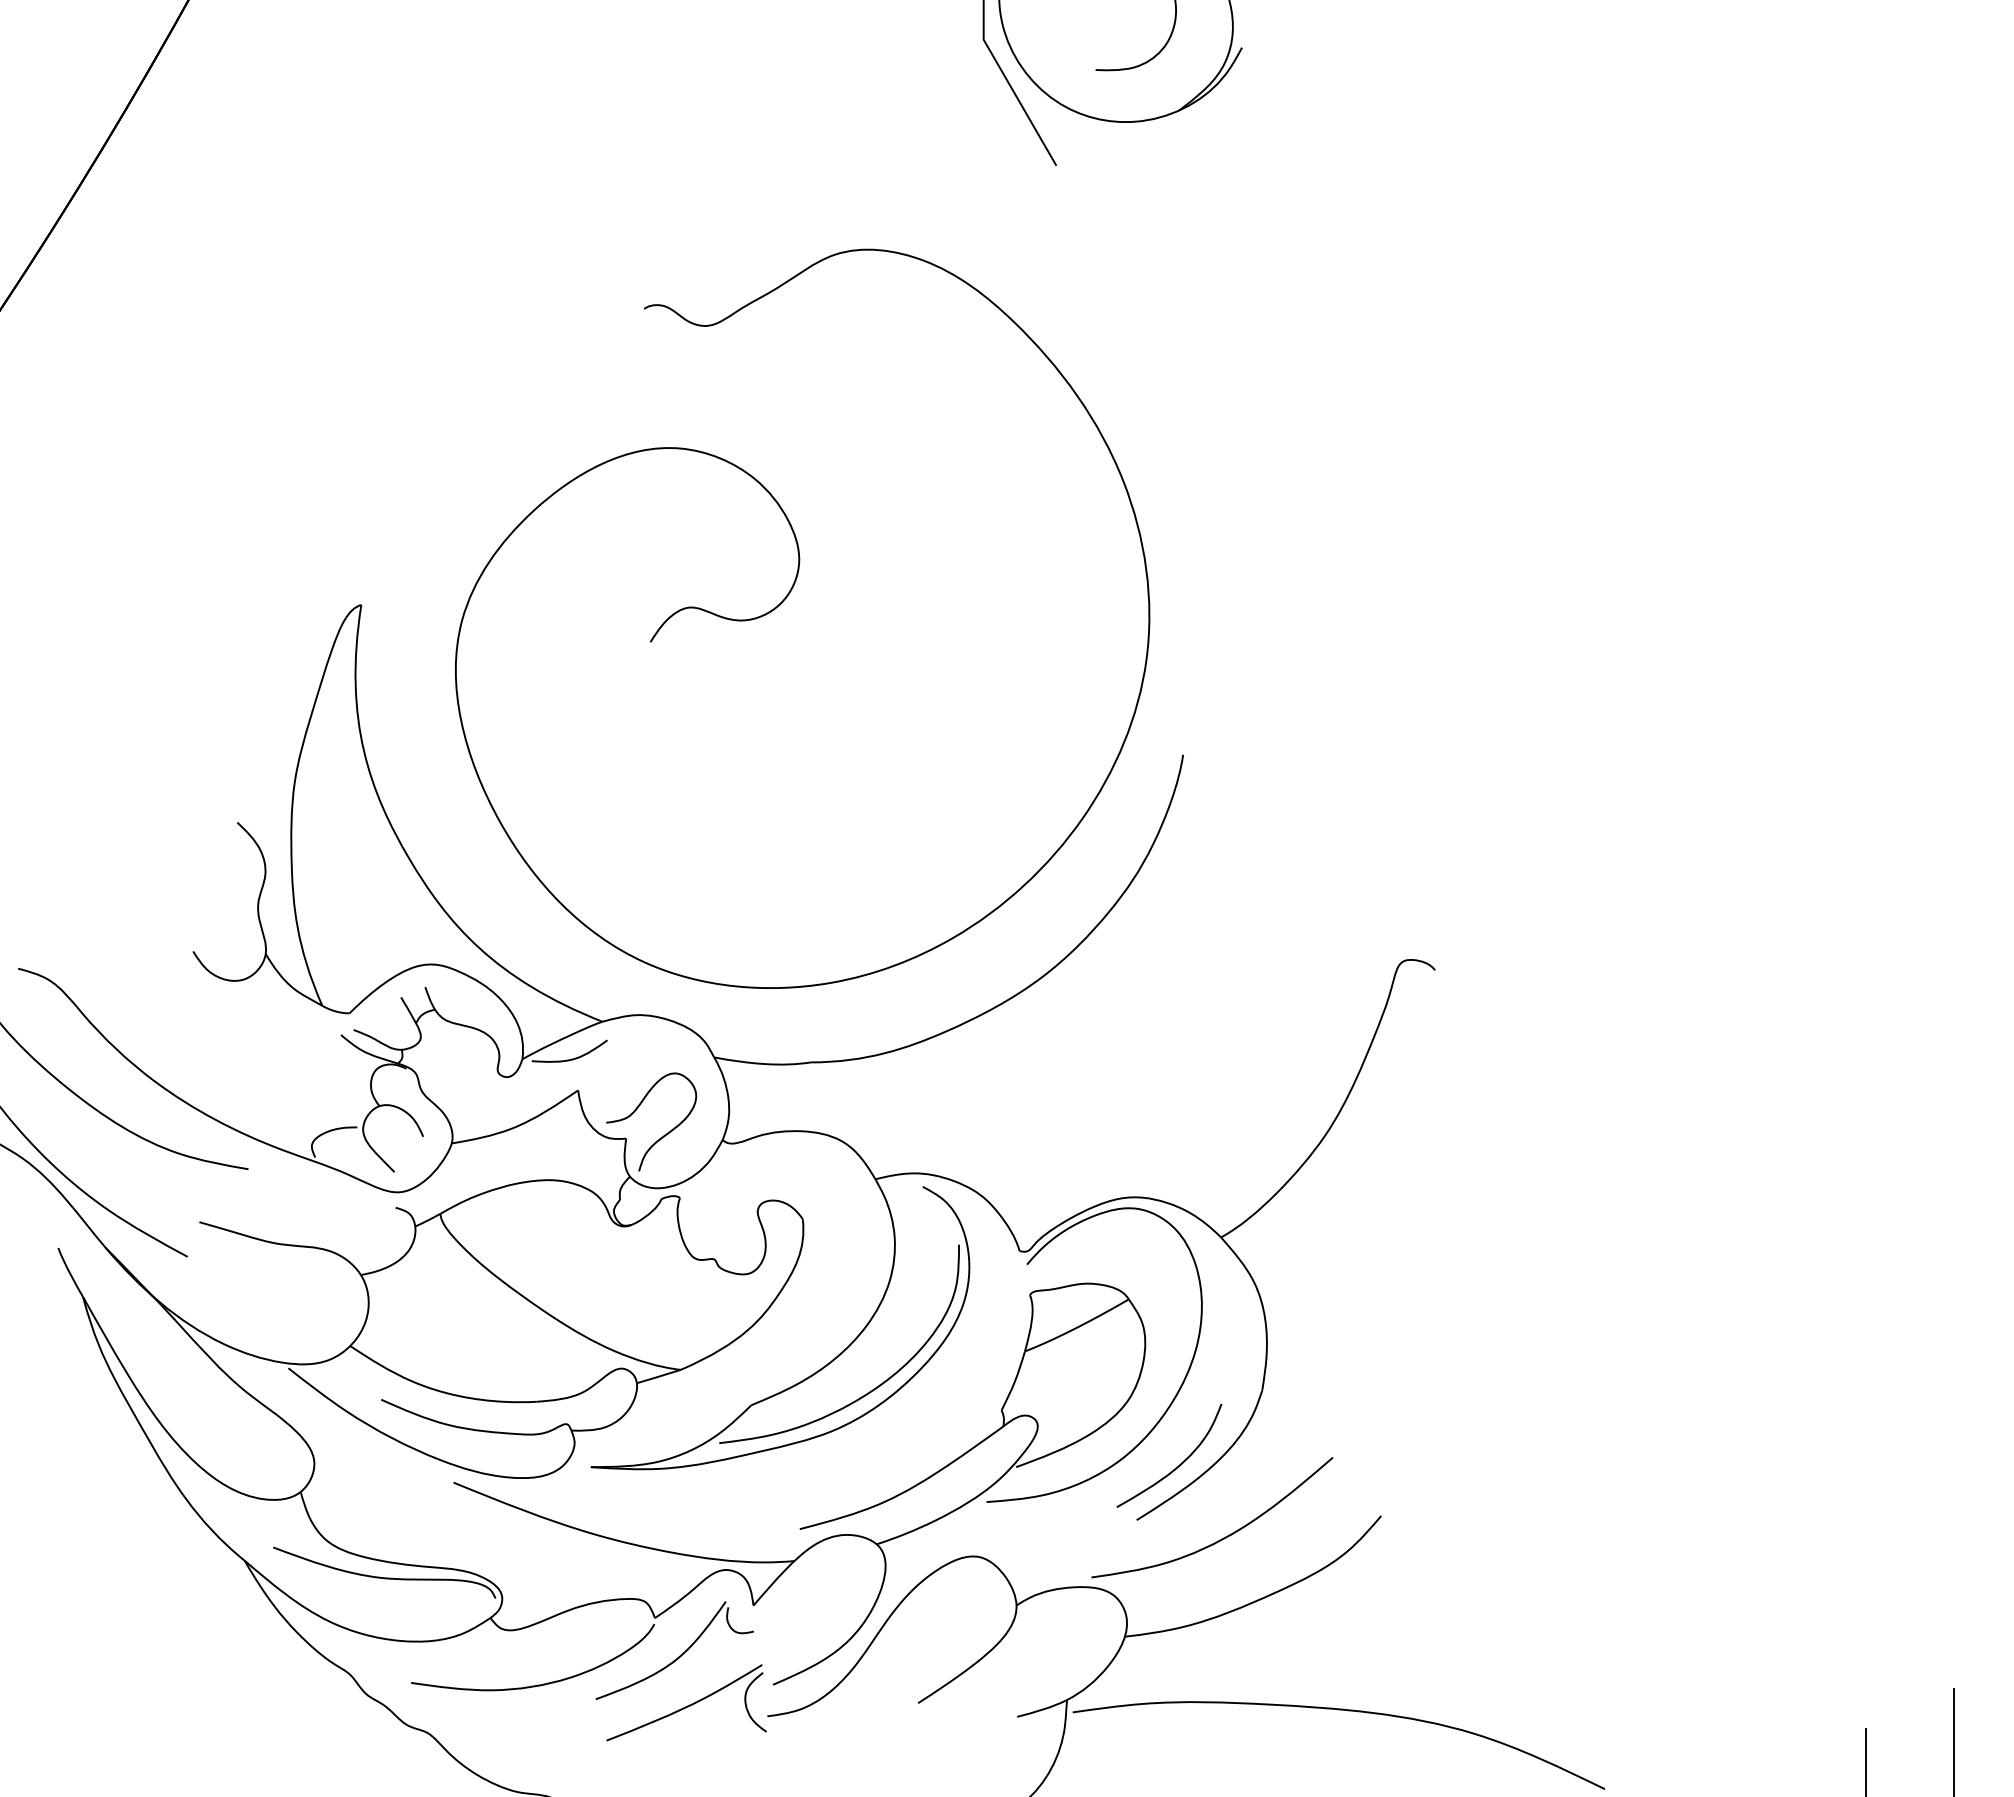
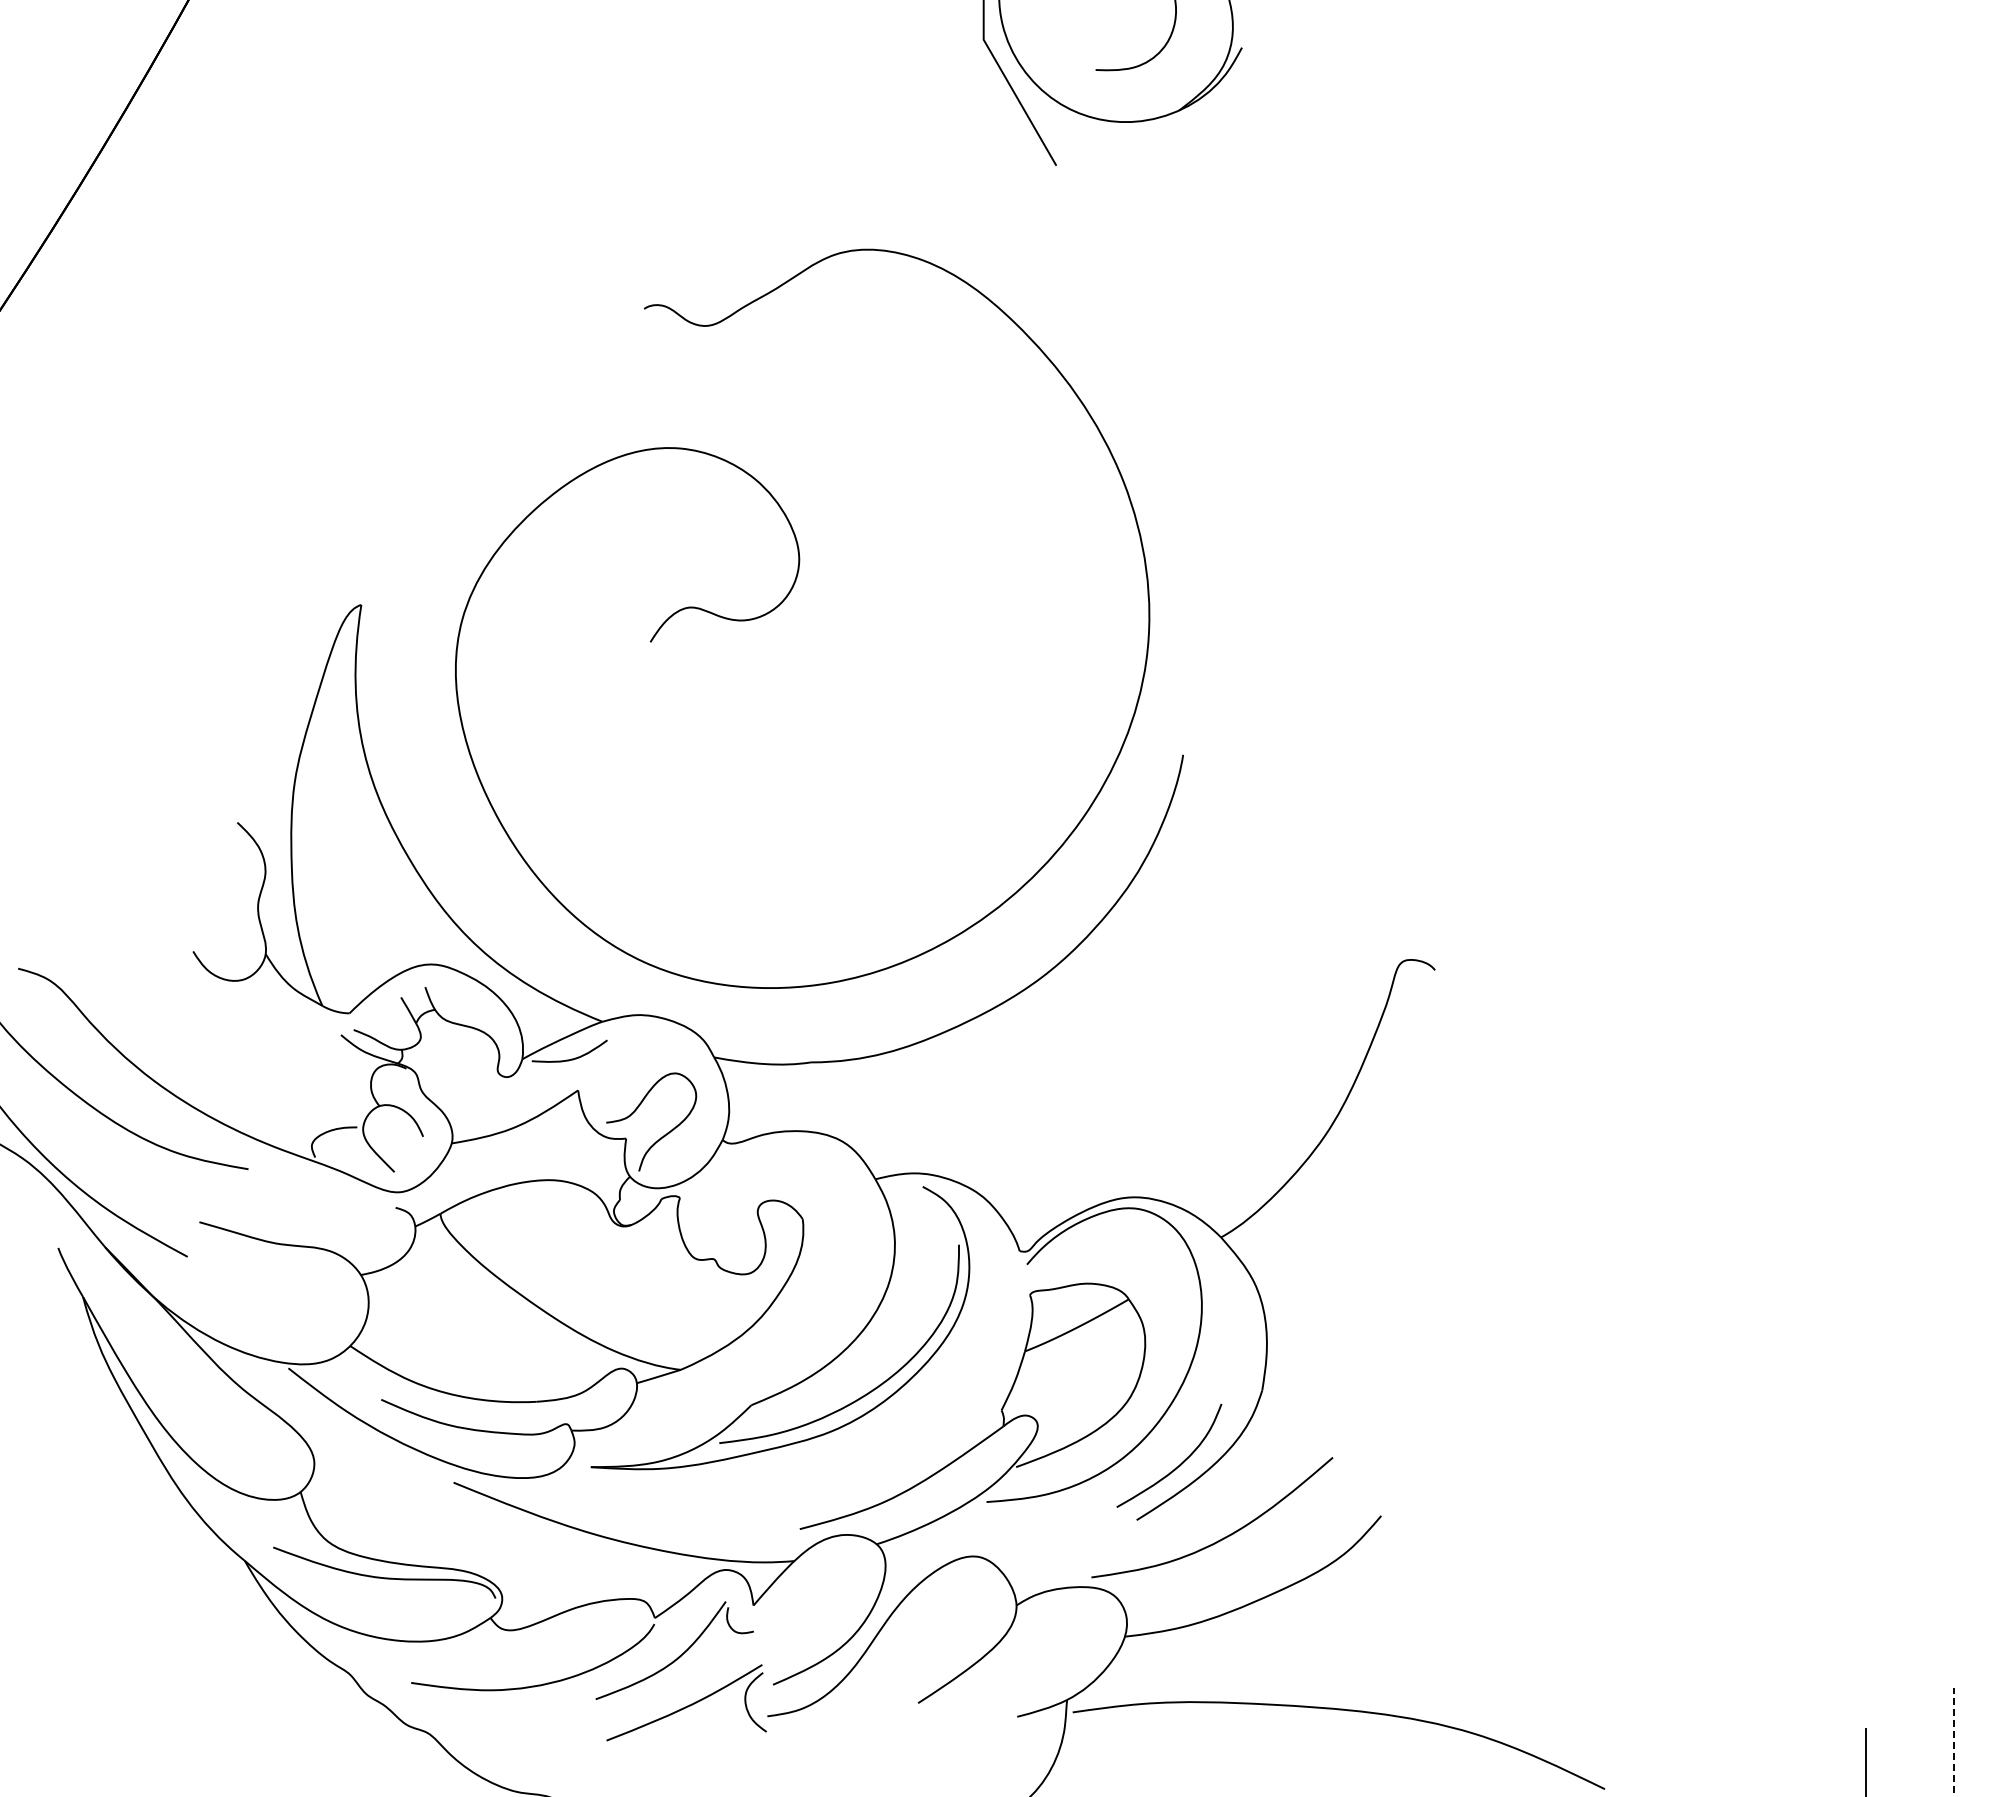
line at (1953, 1742): solid -> dashed
